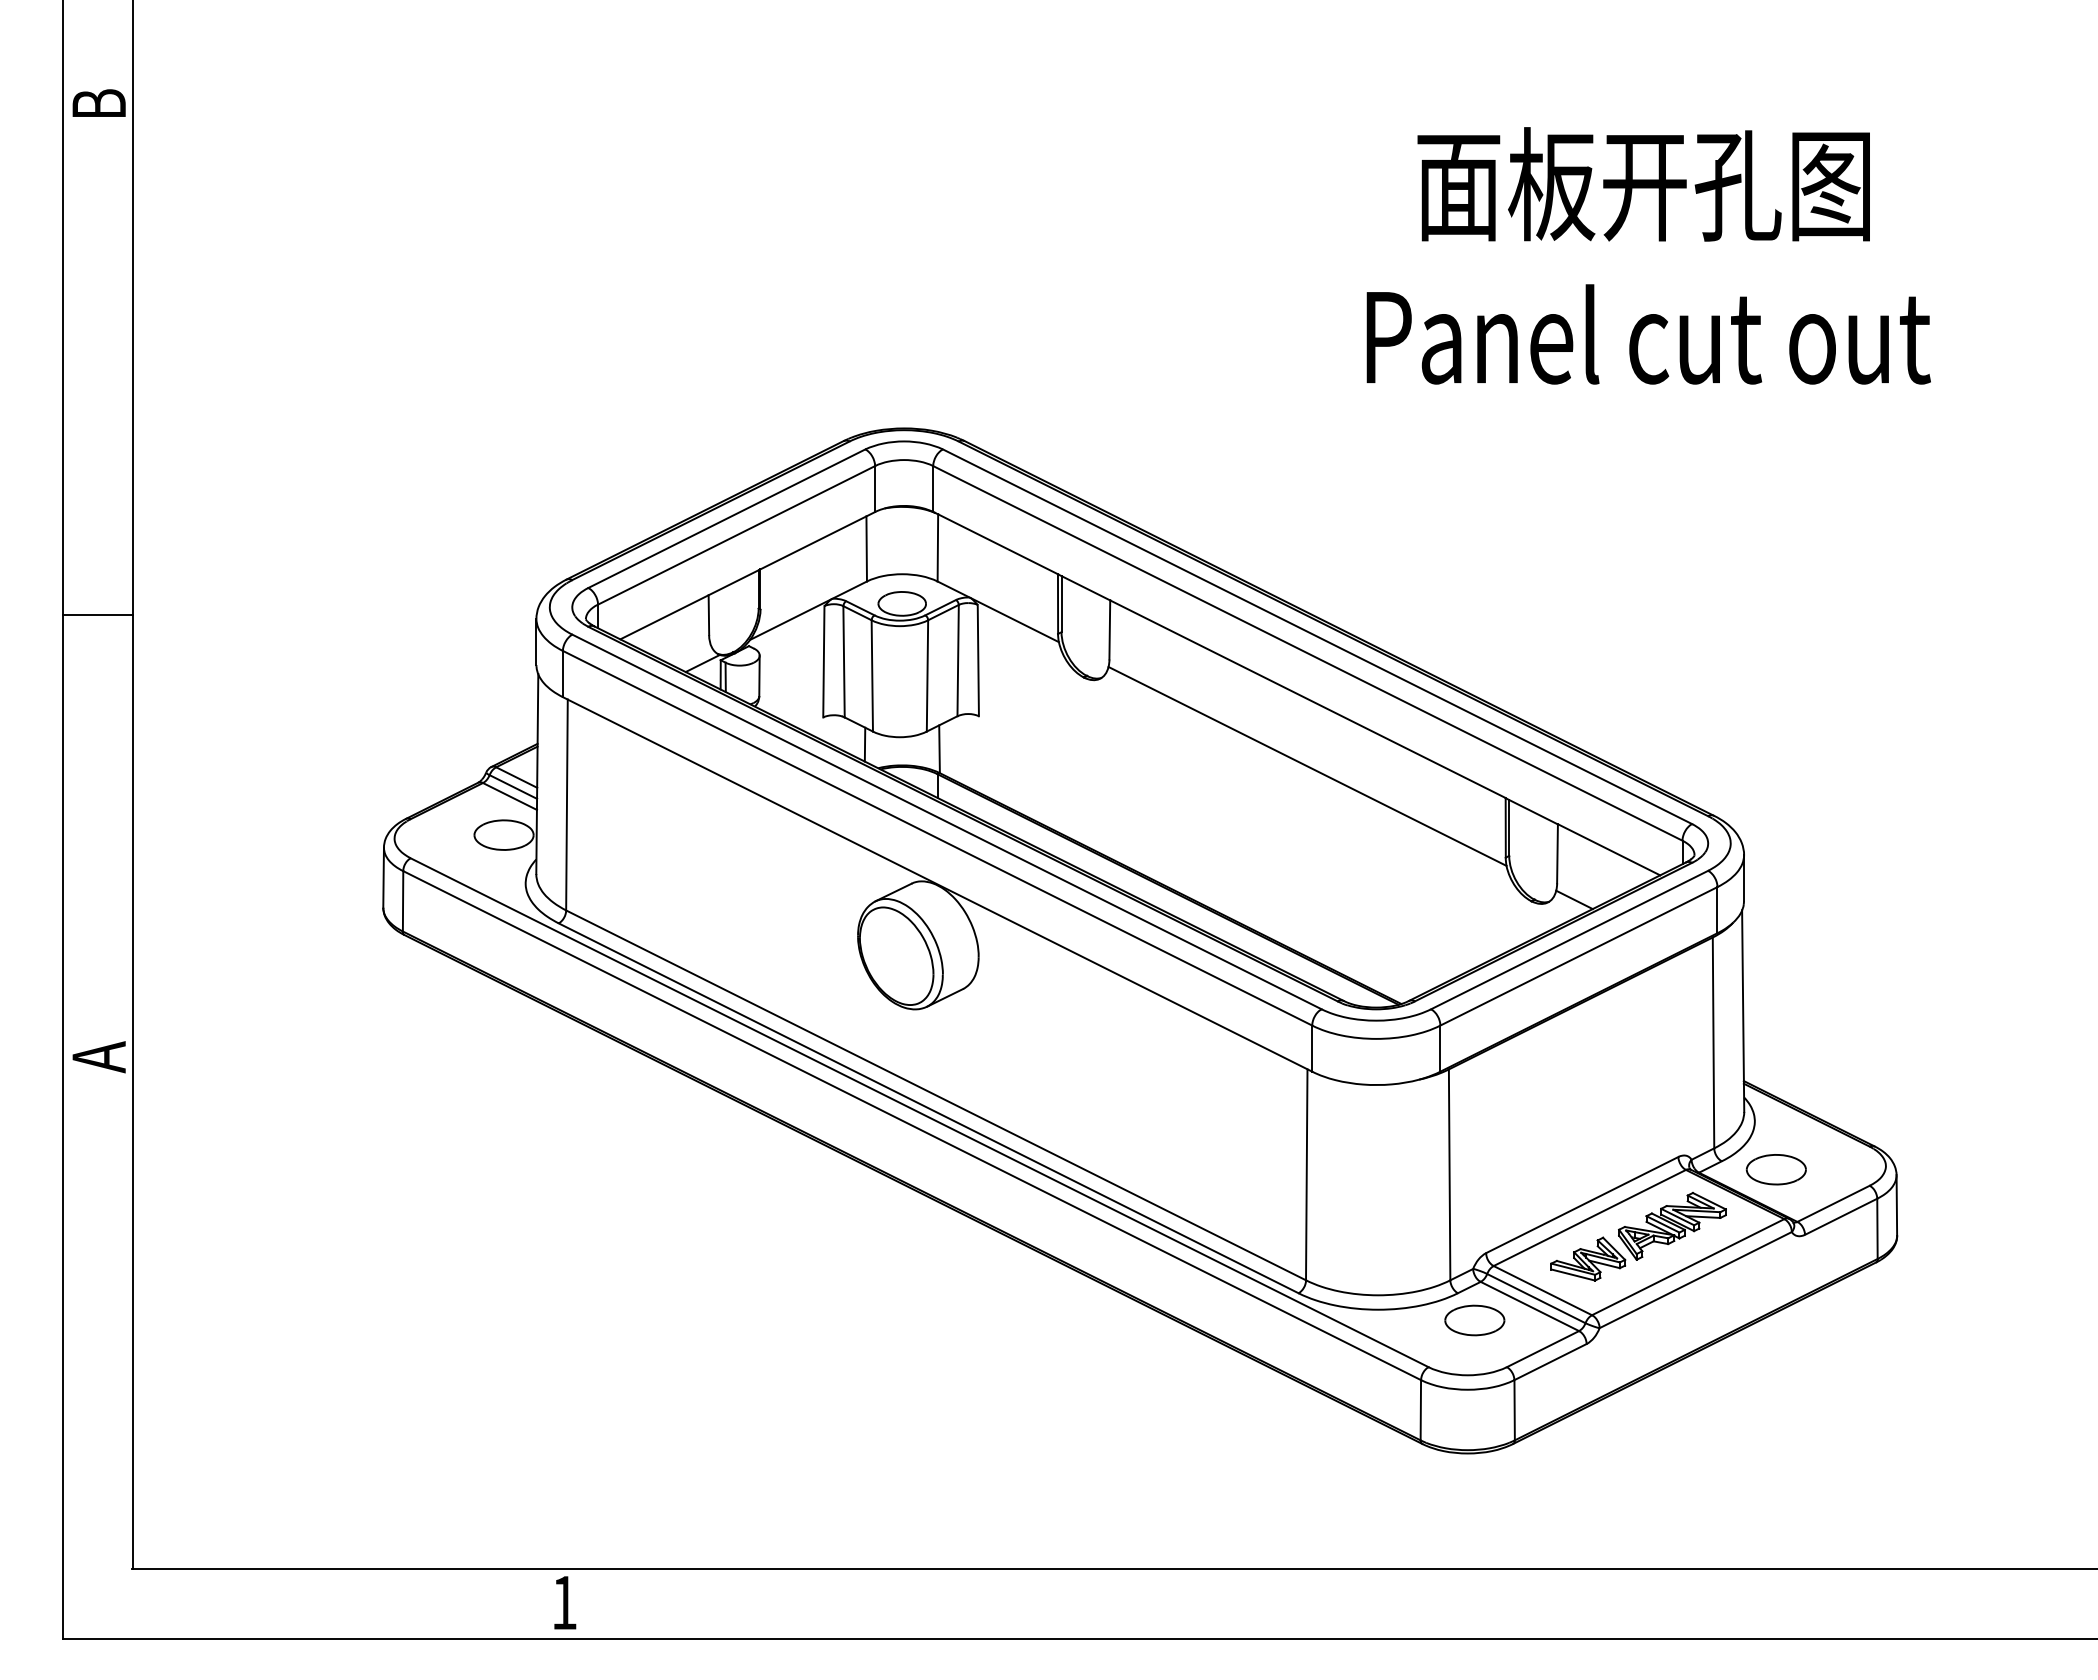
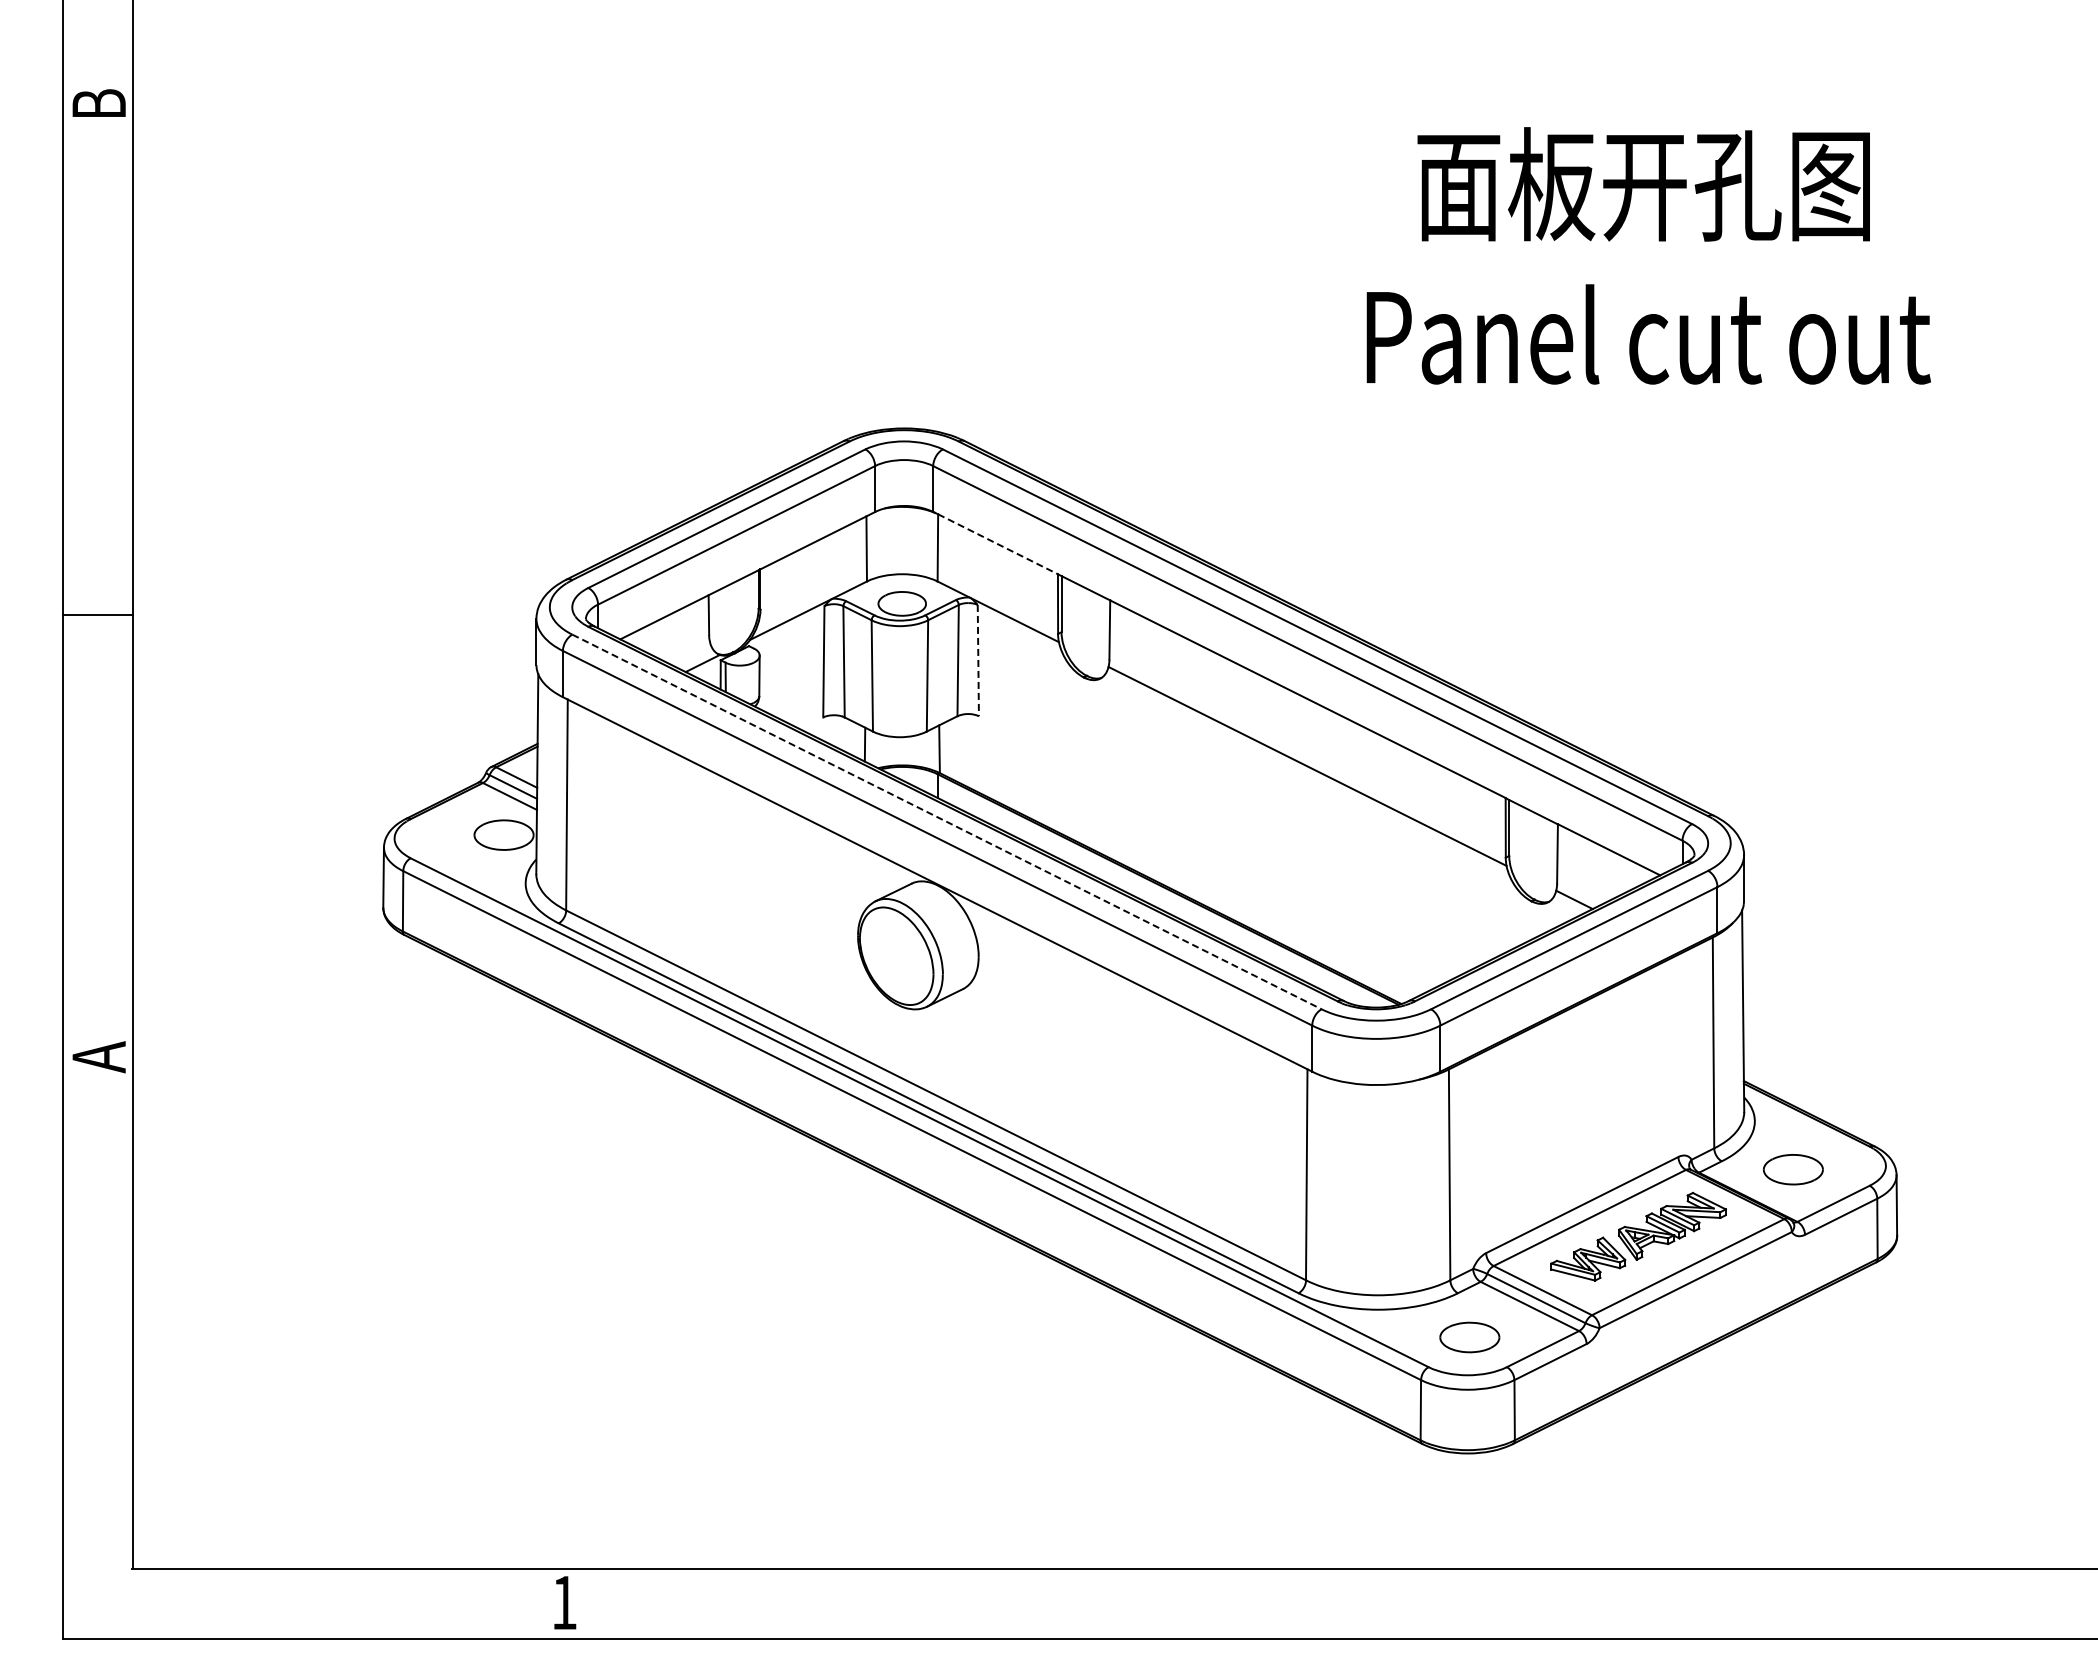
line at (998, 544): solid -> dashed
line at (978, 660): solid -> dashed
line at (947, 822): solid -> dashed
part at (1775, 1169) position: (1775, 1169) -> (1792, 1169)
part at (1474, 1320) position: (1474, 1320) -> (1469, 1337)
